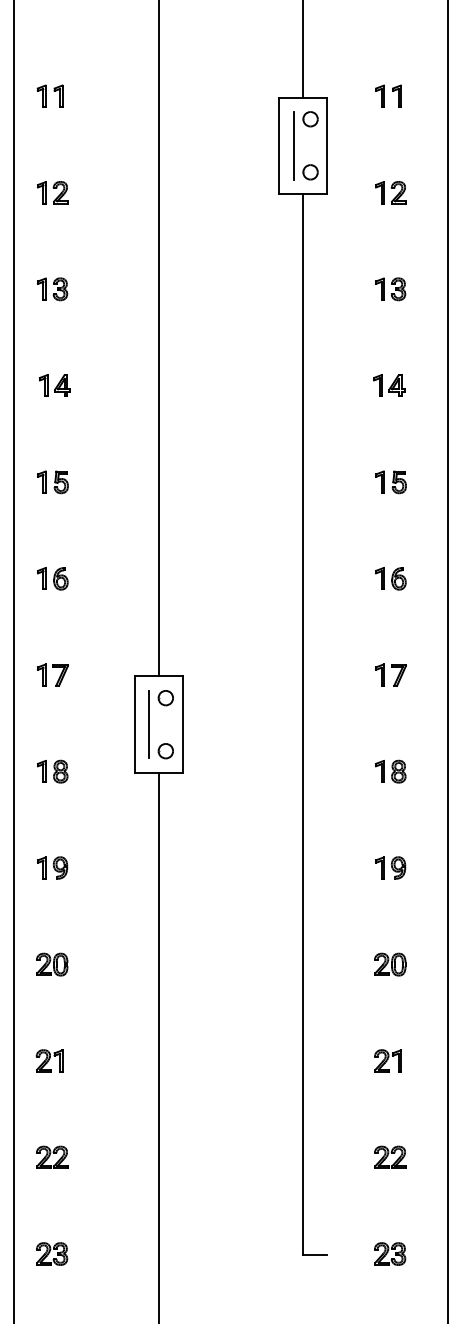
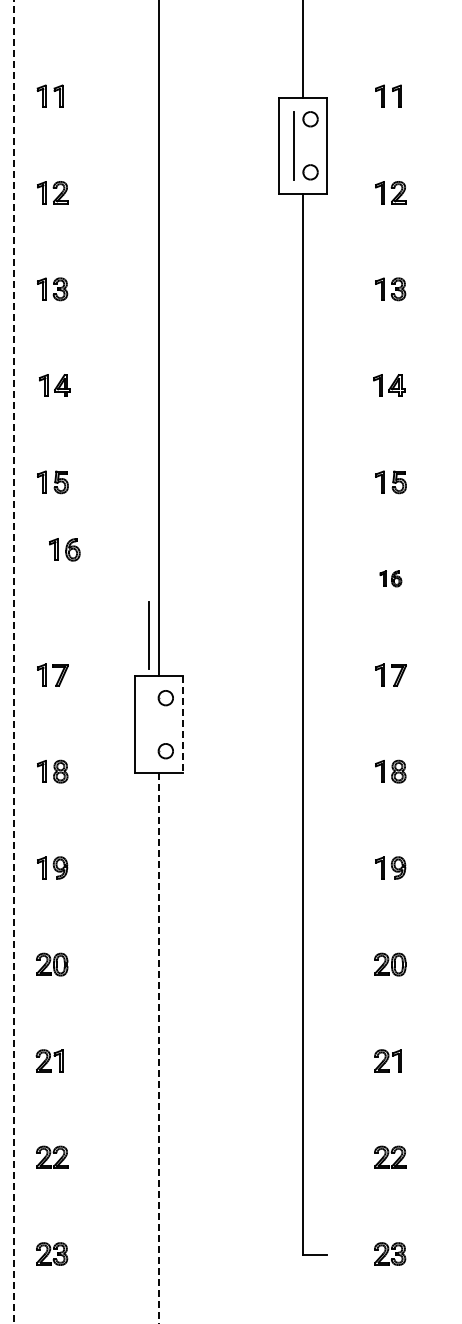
part at (52, 578) position: (52, 578) -> (64, 549)
part at (390, 578) size: 32x24 px -> 24x18 px
line at (13, 661): solid -> dashed
line at (448, 661): present -> none
line at (148, 724) position: (148, 724) -> (148, 635)
line at (182, 725): solid -> dashed
line at (158, 1048): solid -> dashed
